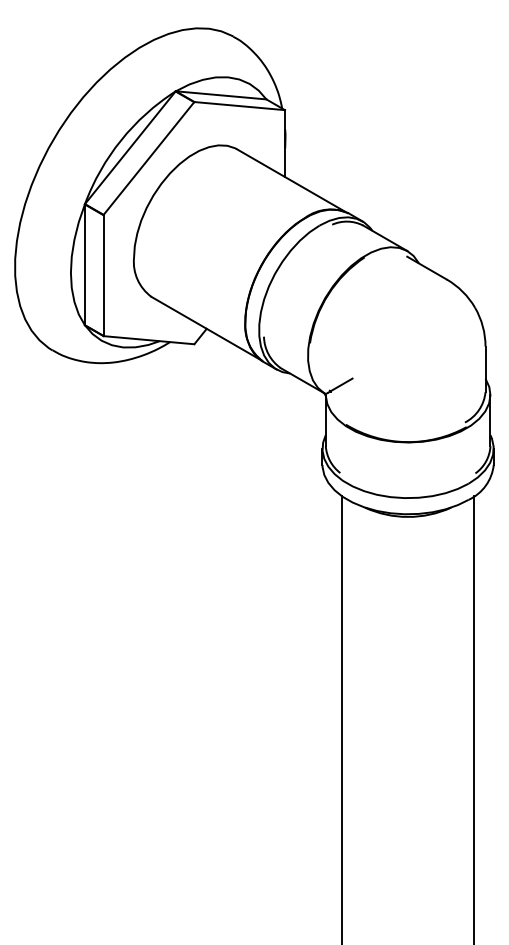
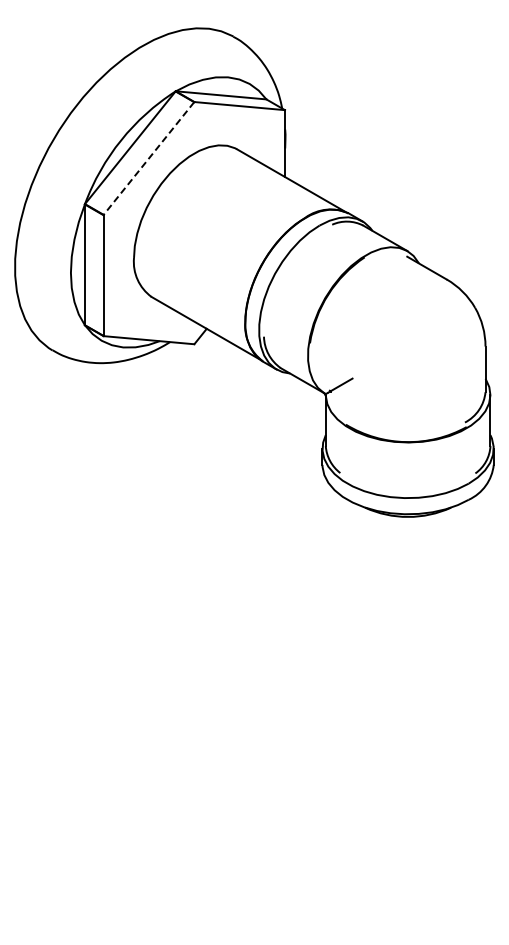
line at (148, 158): solid -> dashed
line at (342, 718): present -> none
line at (473, 718): present -> none
